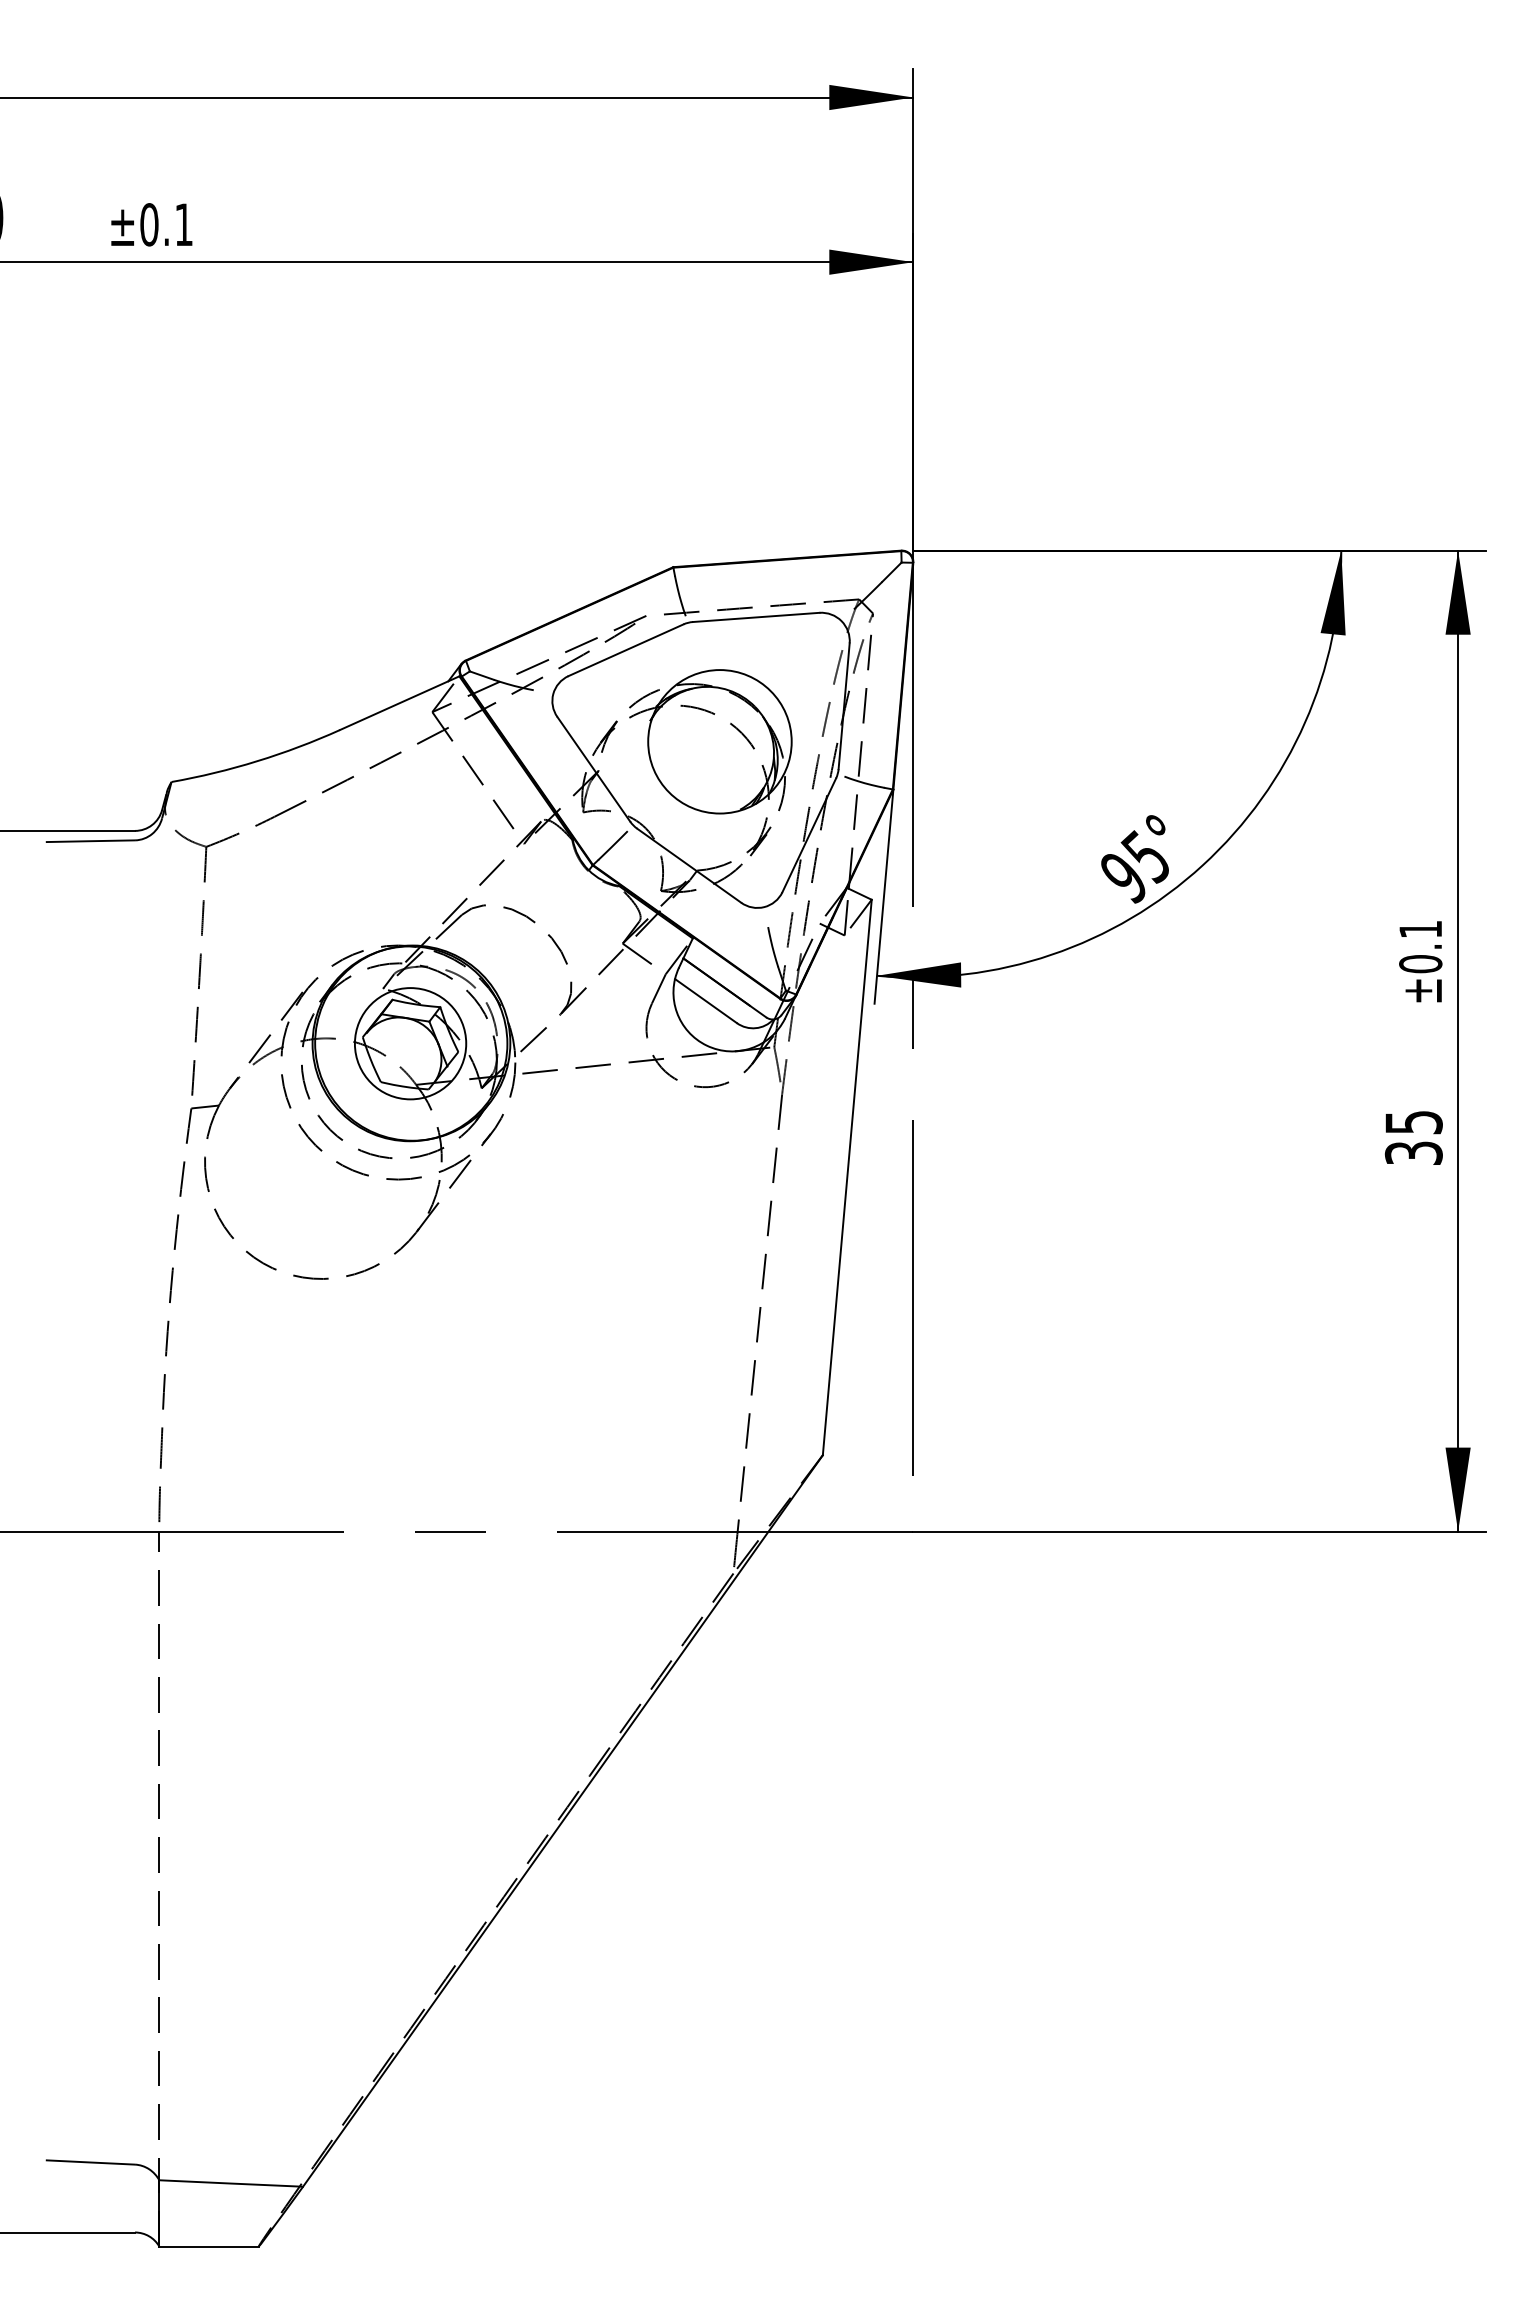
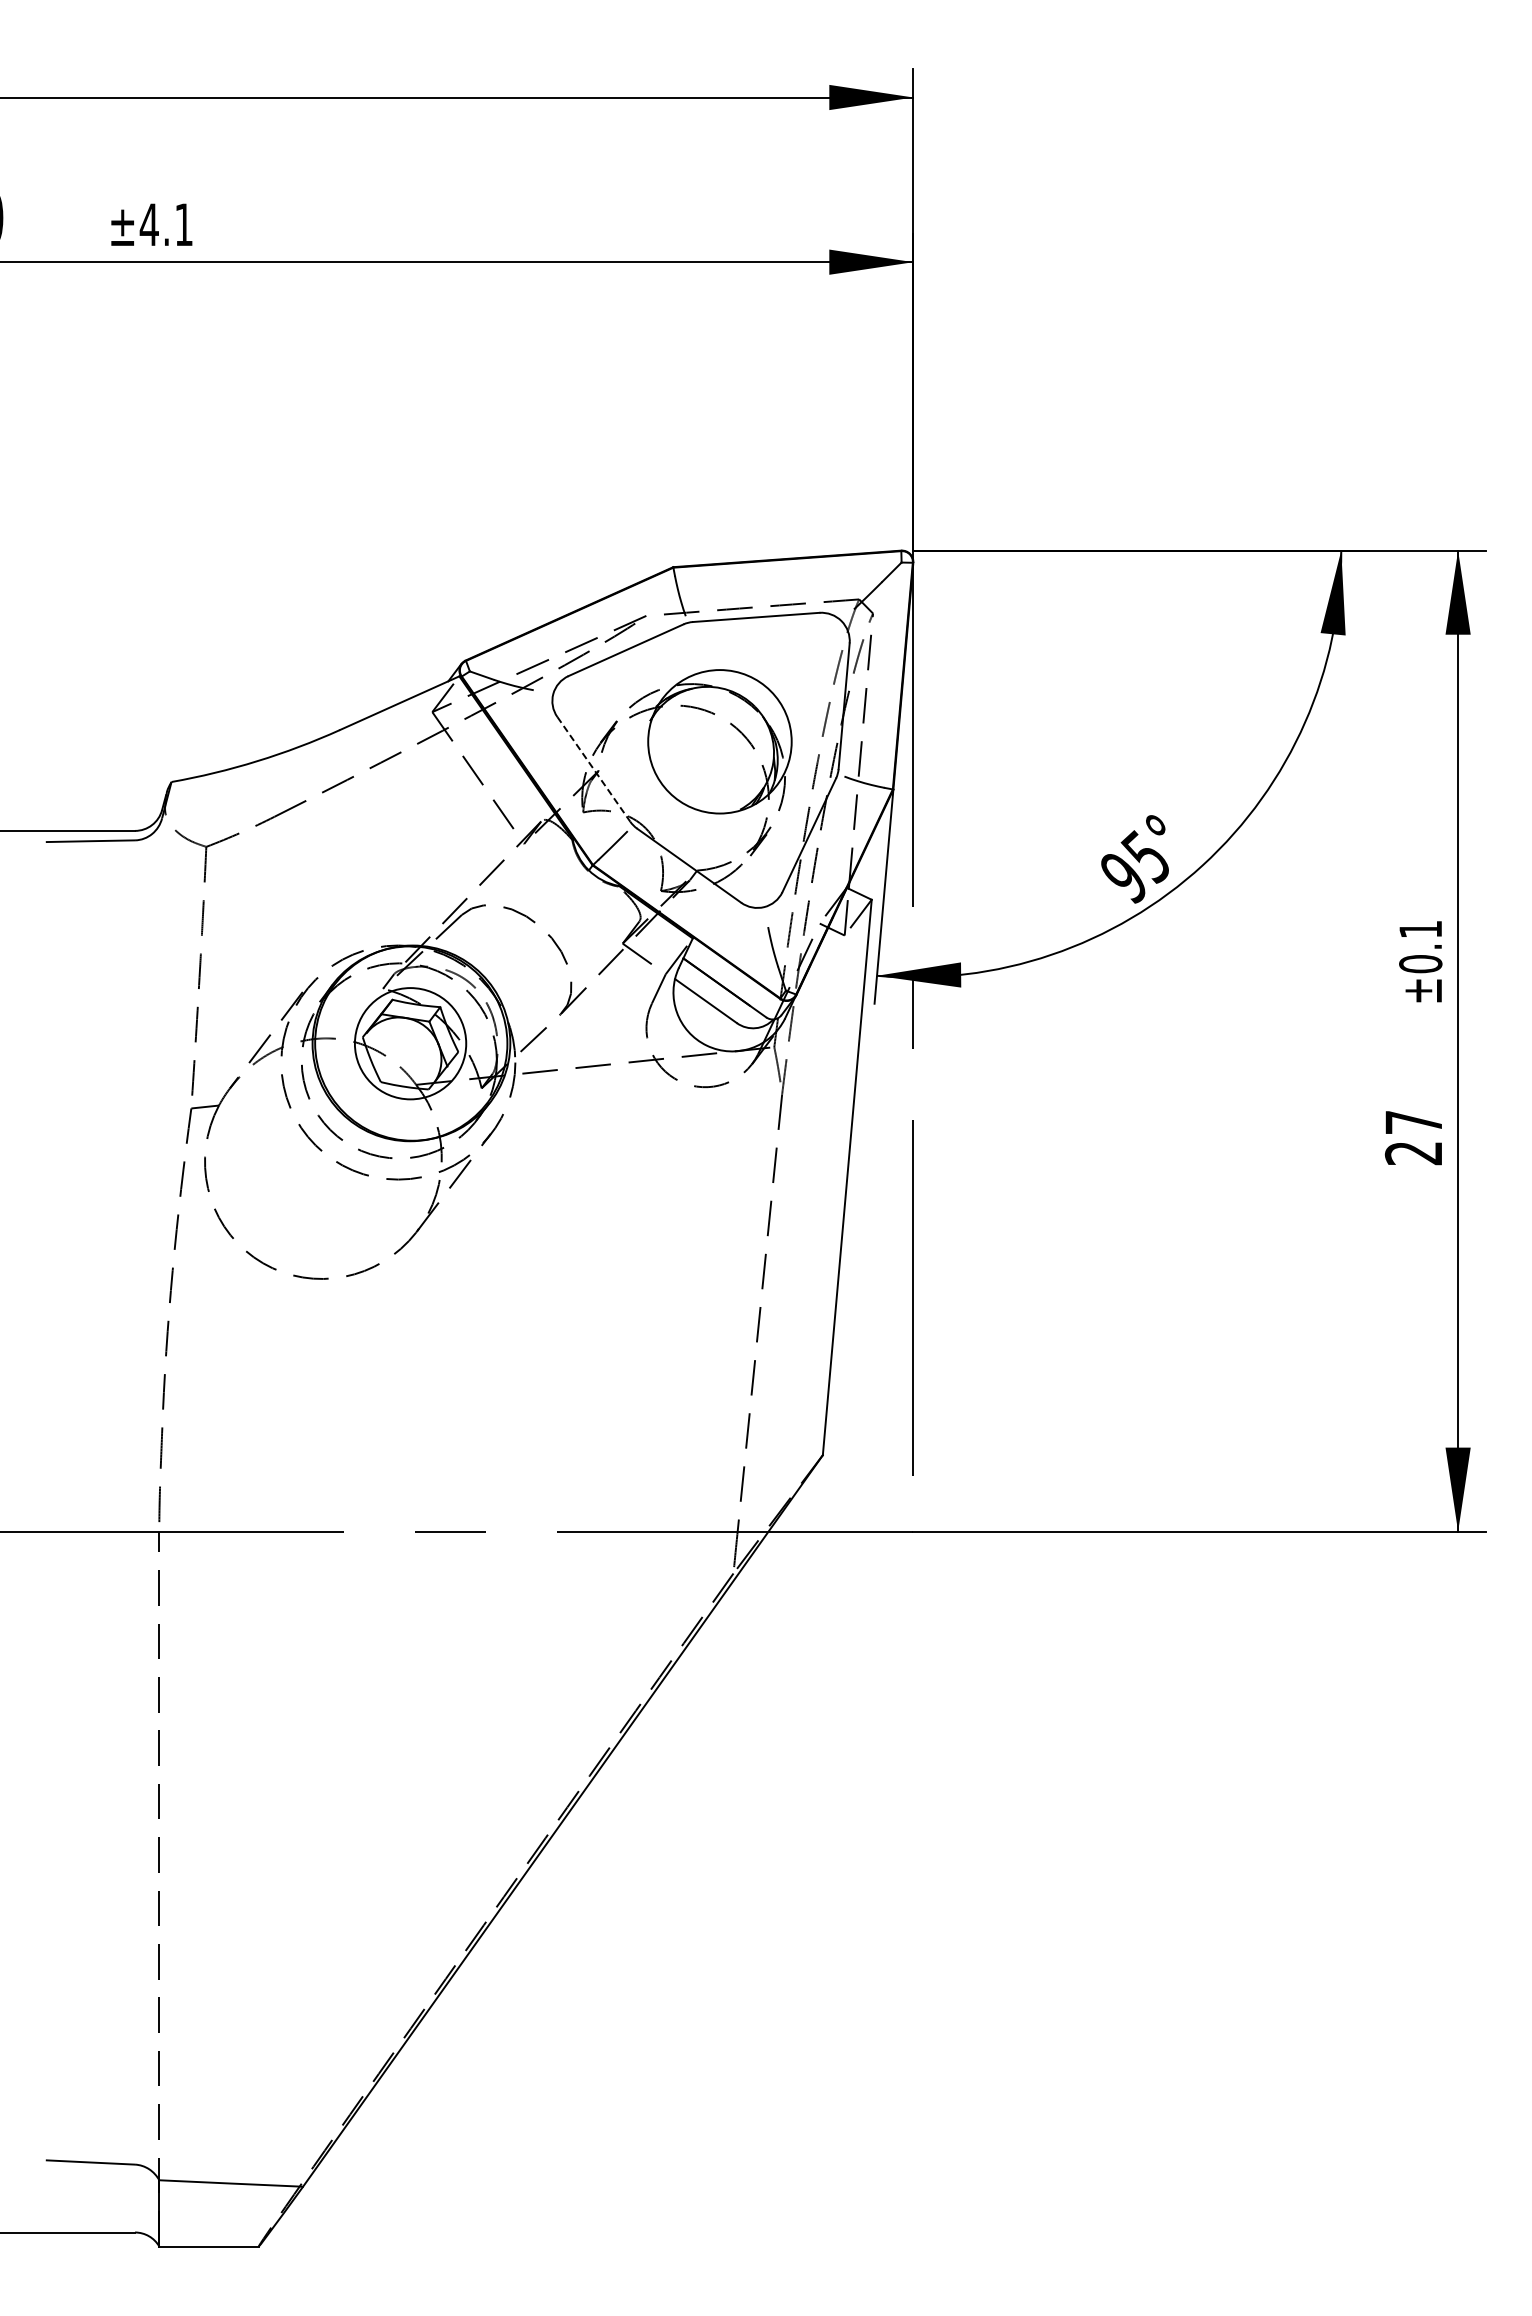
text at (148, 224): ±0.1 -> ±4.1
line at (593, 769): solid -> dashed
text at (1413, 1138): 35 -> 27
